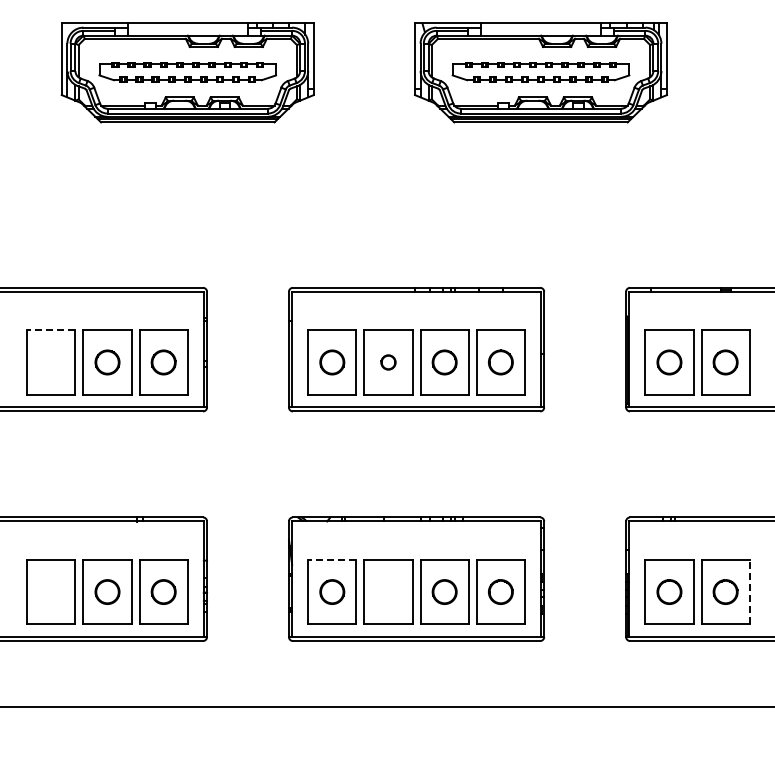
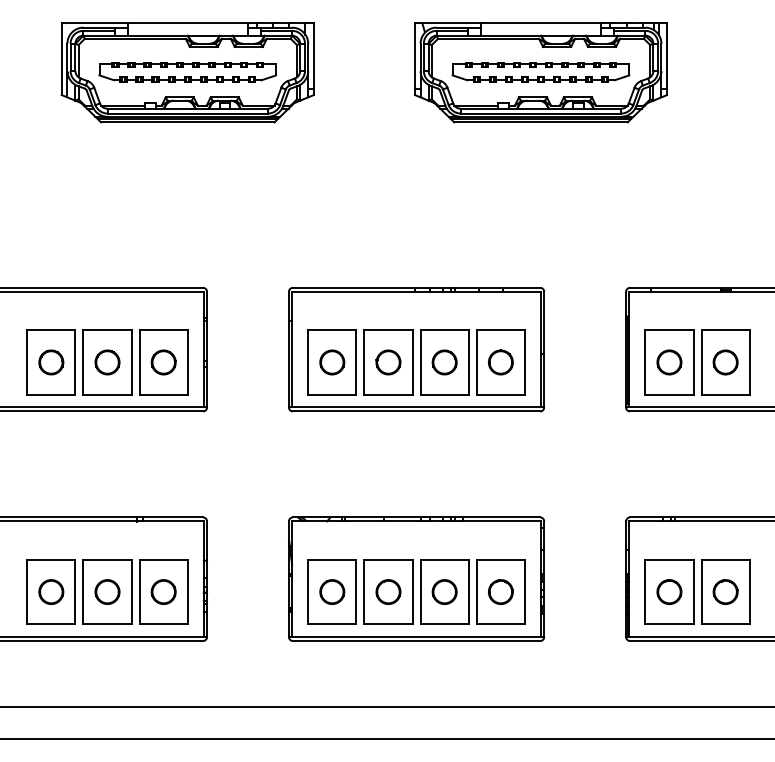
line at (50, 330): dashed -> solid
circle at (51, 362): none -> present
circle at (388, 362) size: 17x17 px -> 27x27 px
line at (331, 559): dashed -> solid
circle at (51, 591): none -> present
circle at (388, 591): none -> present
line at (749, 591): dashed -> solid
line at (386, 739): none -> present
